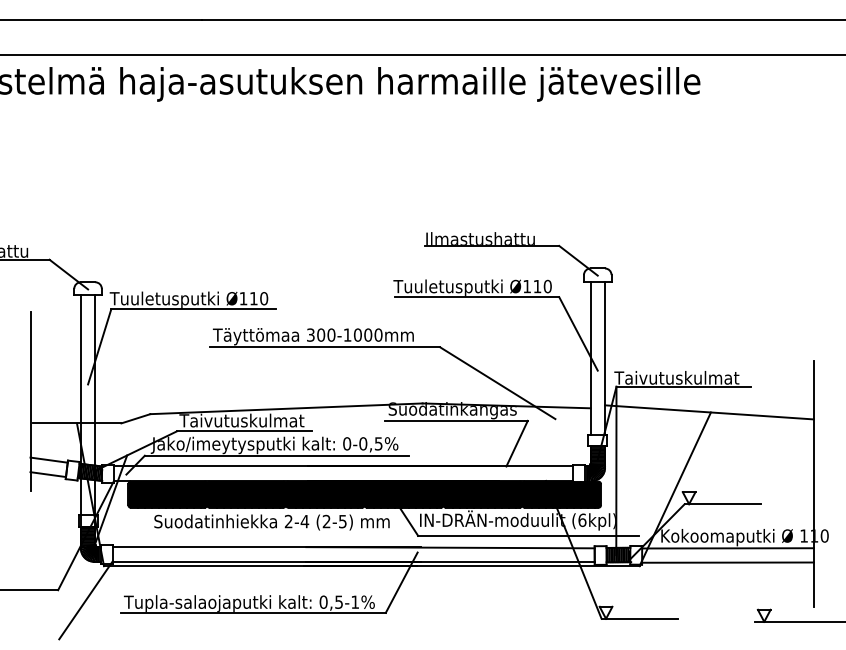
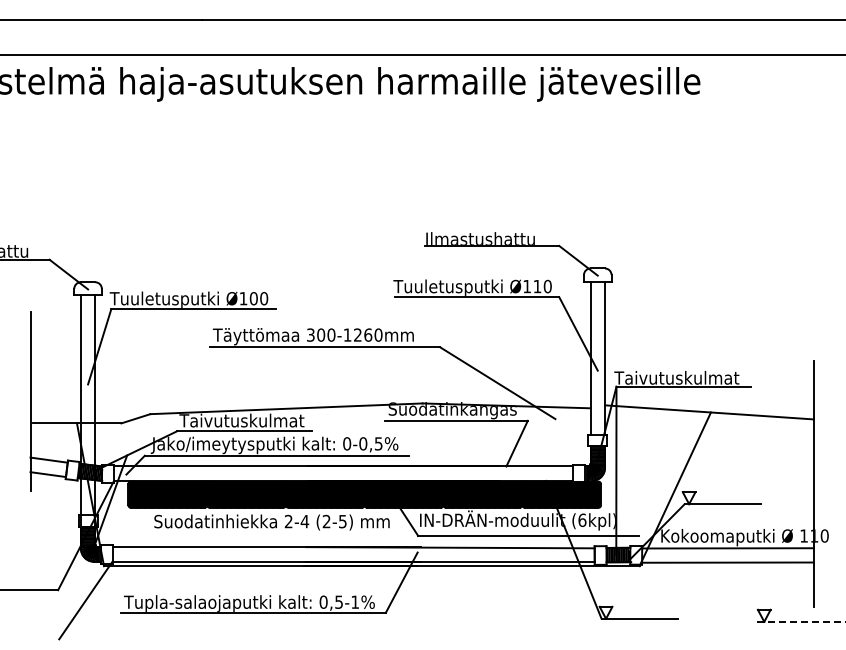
text at (253, 298): Ø110 -> Ø100
text at (362, 334): 300-1000mm -> 300-1260mm
line at (799, 621): solid -> dashed
